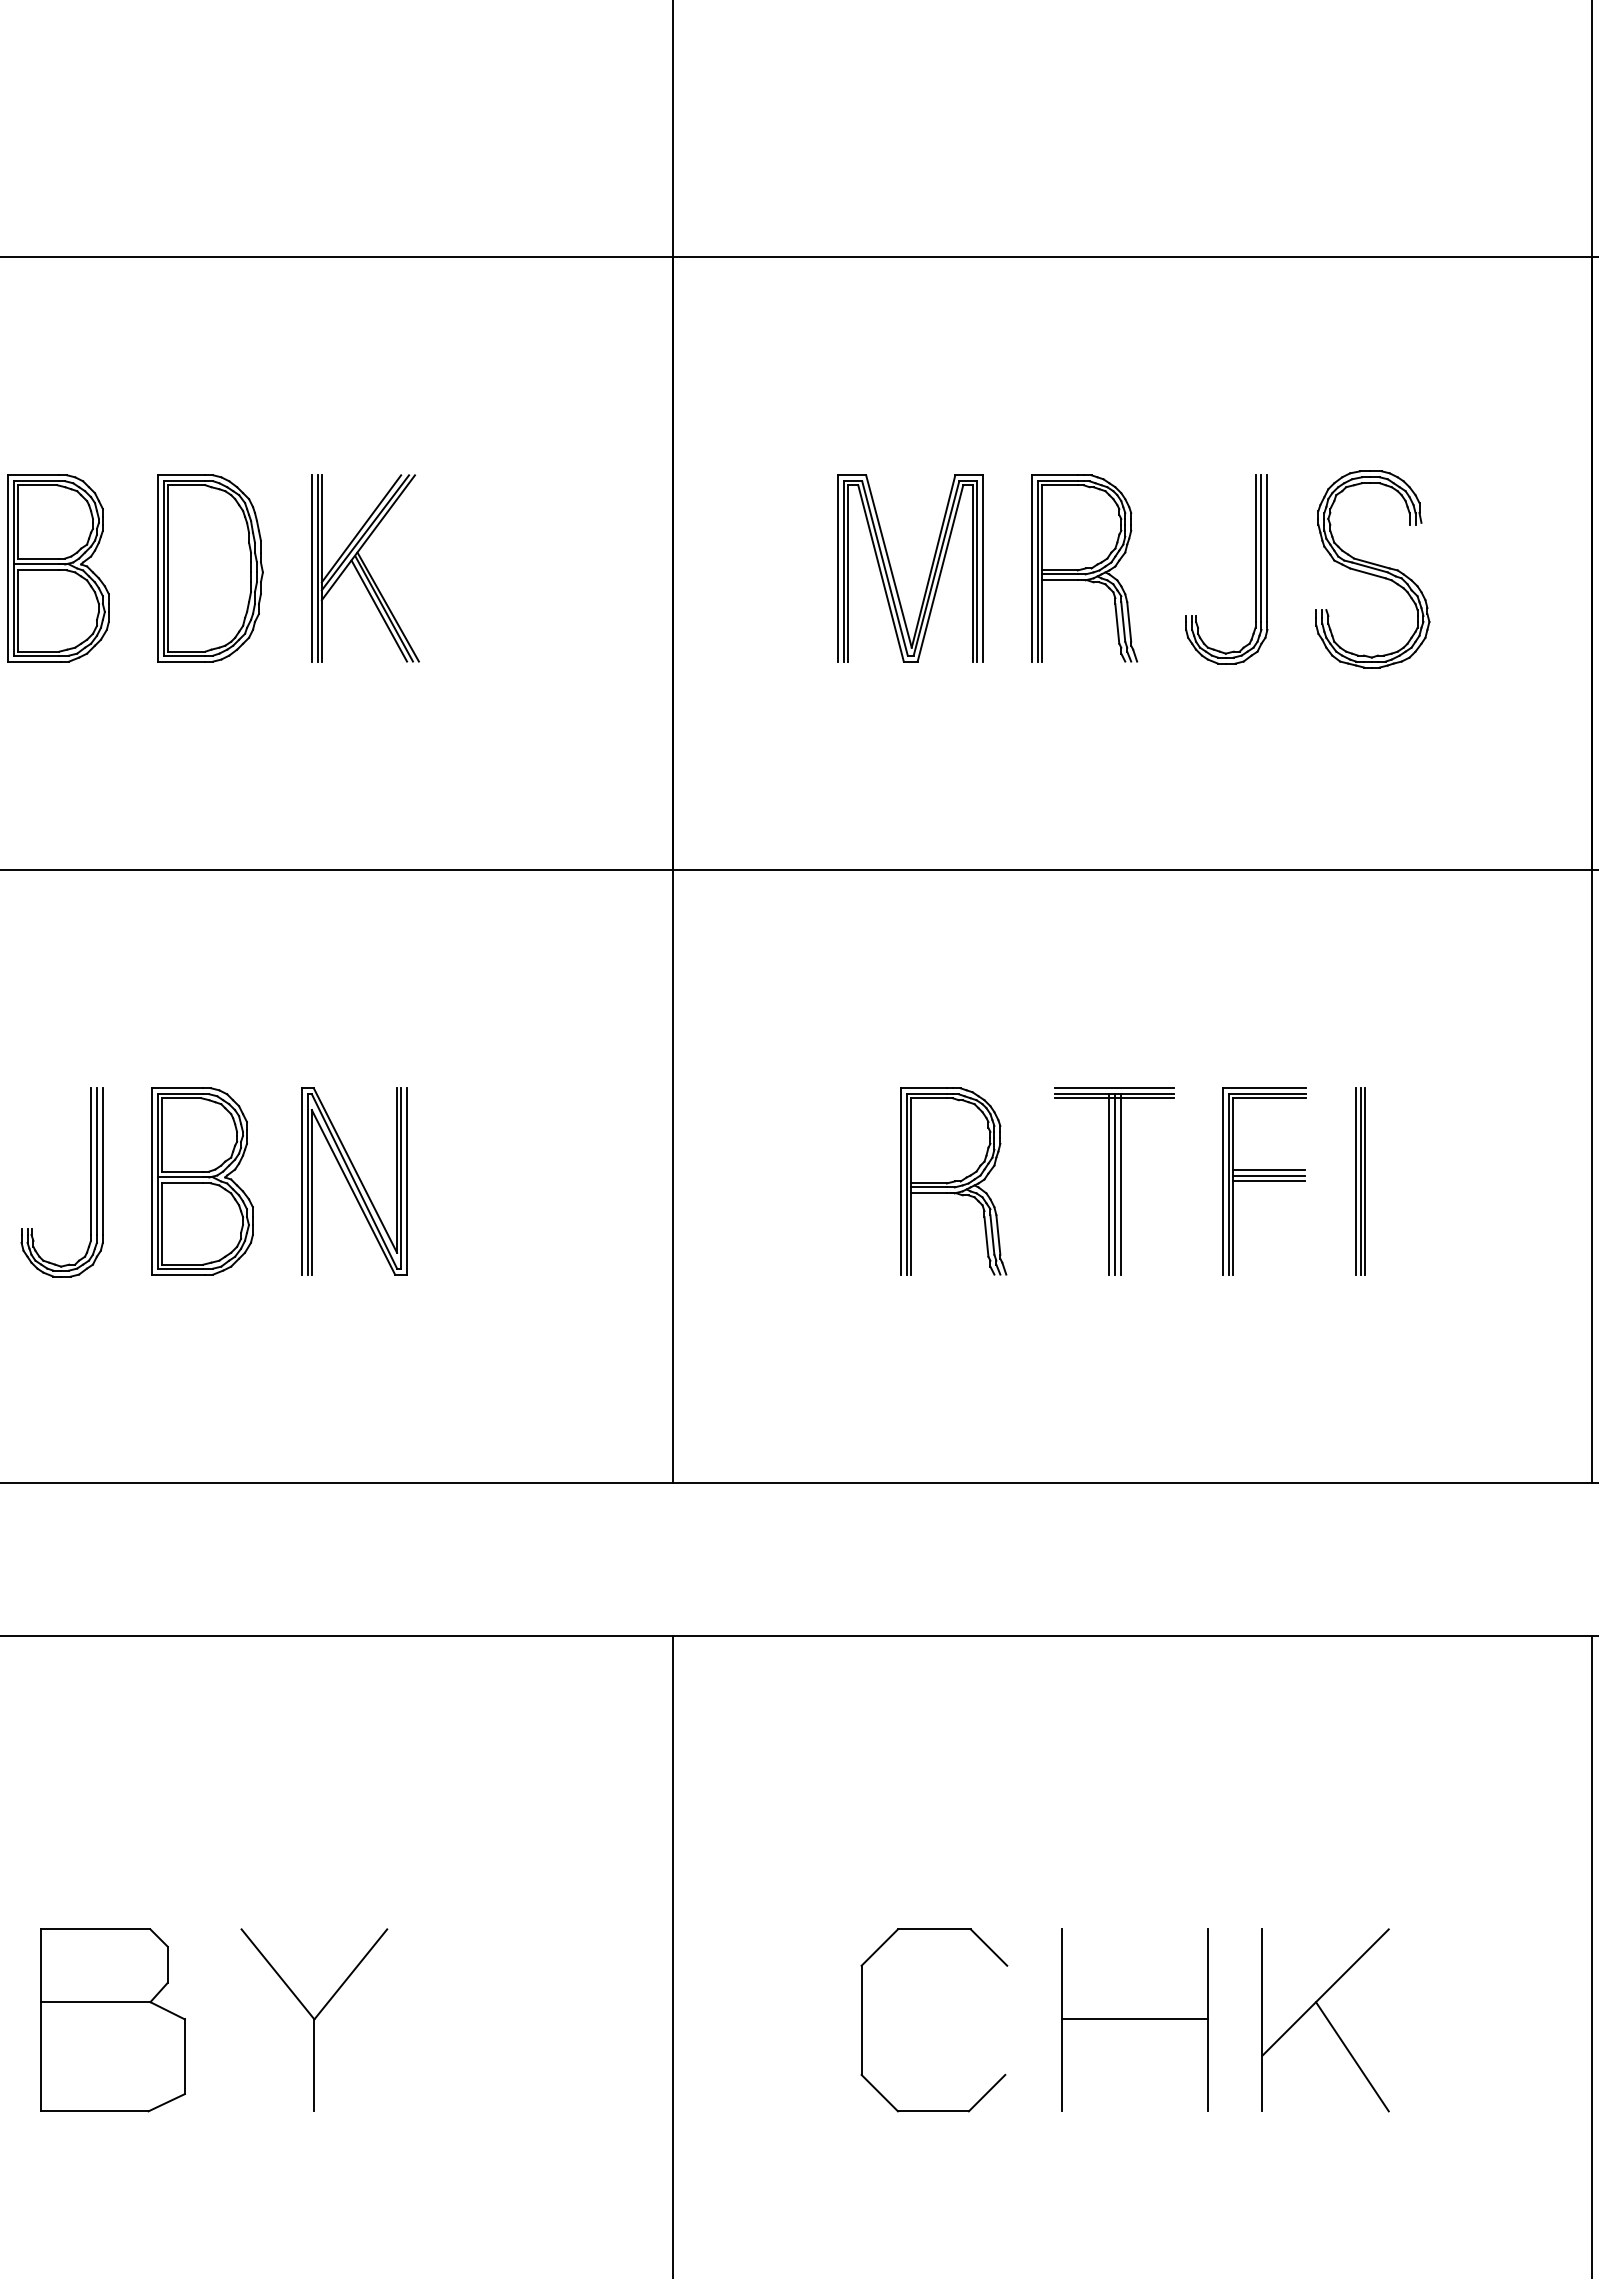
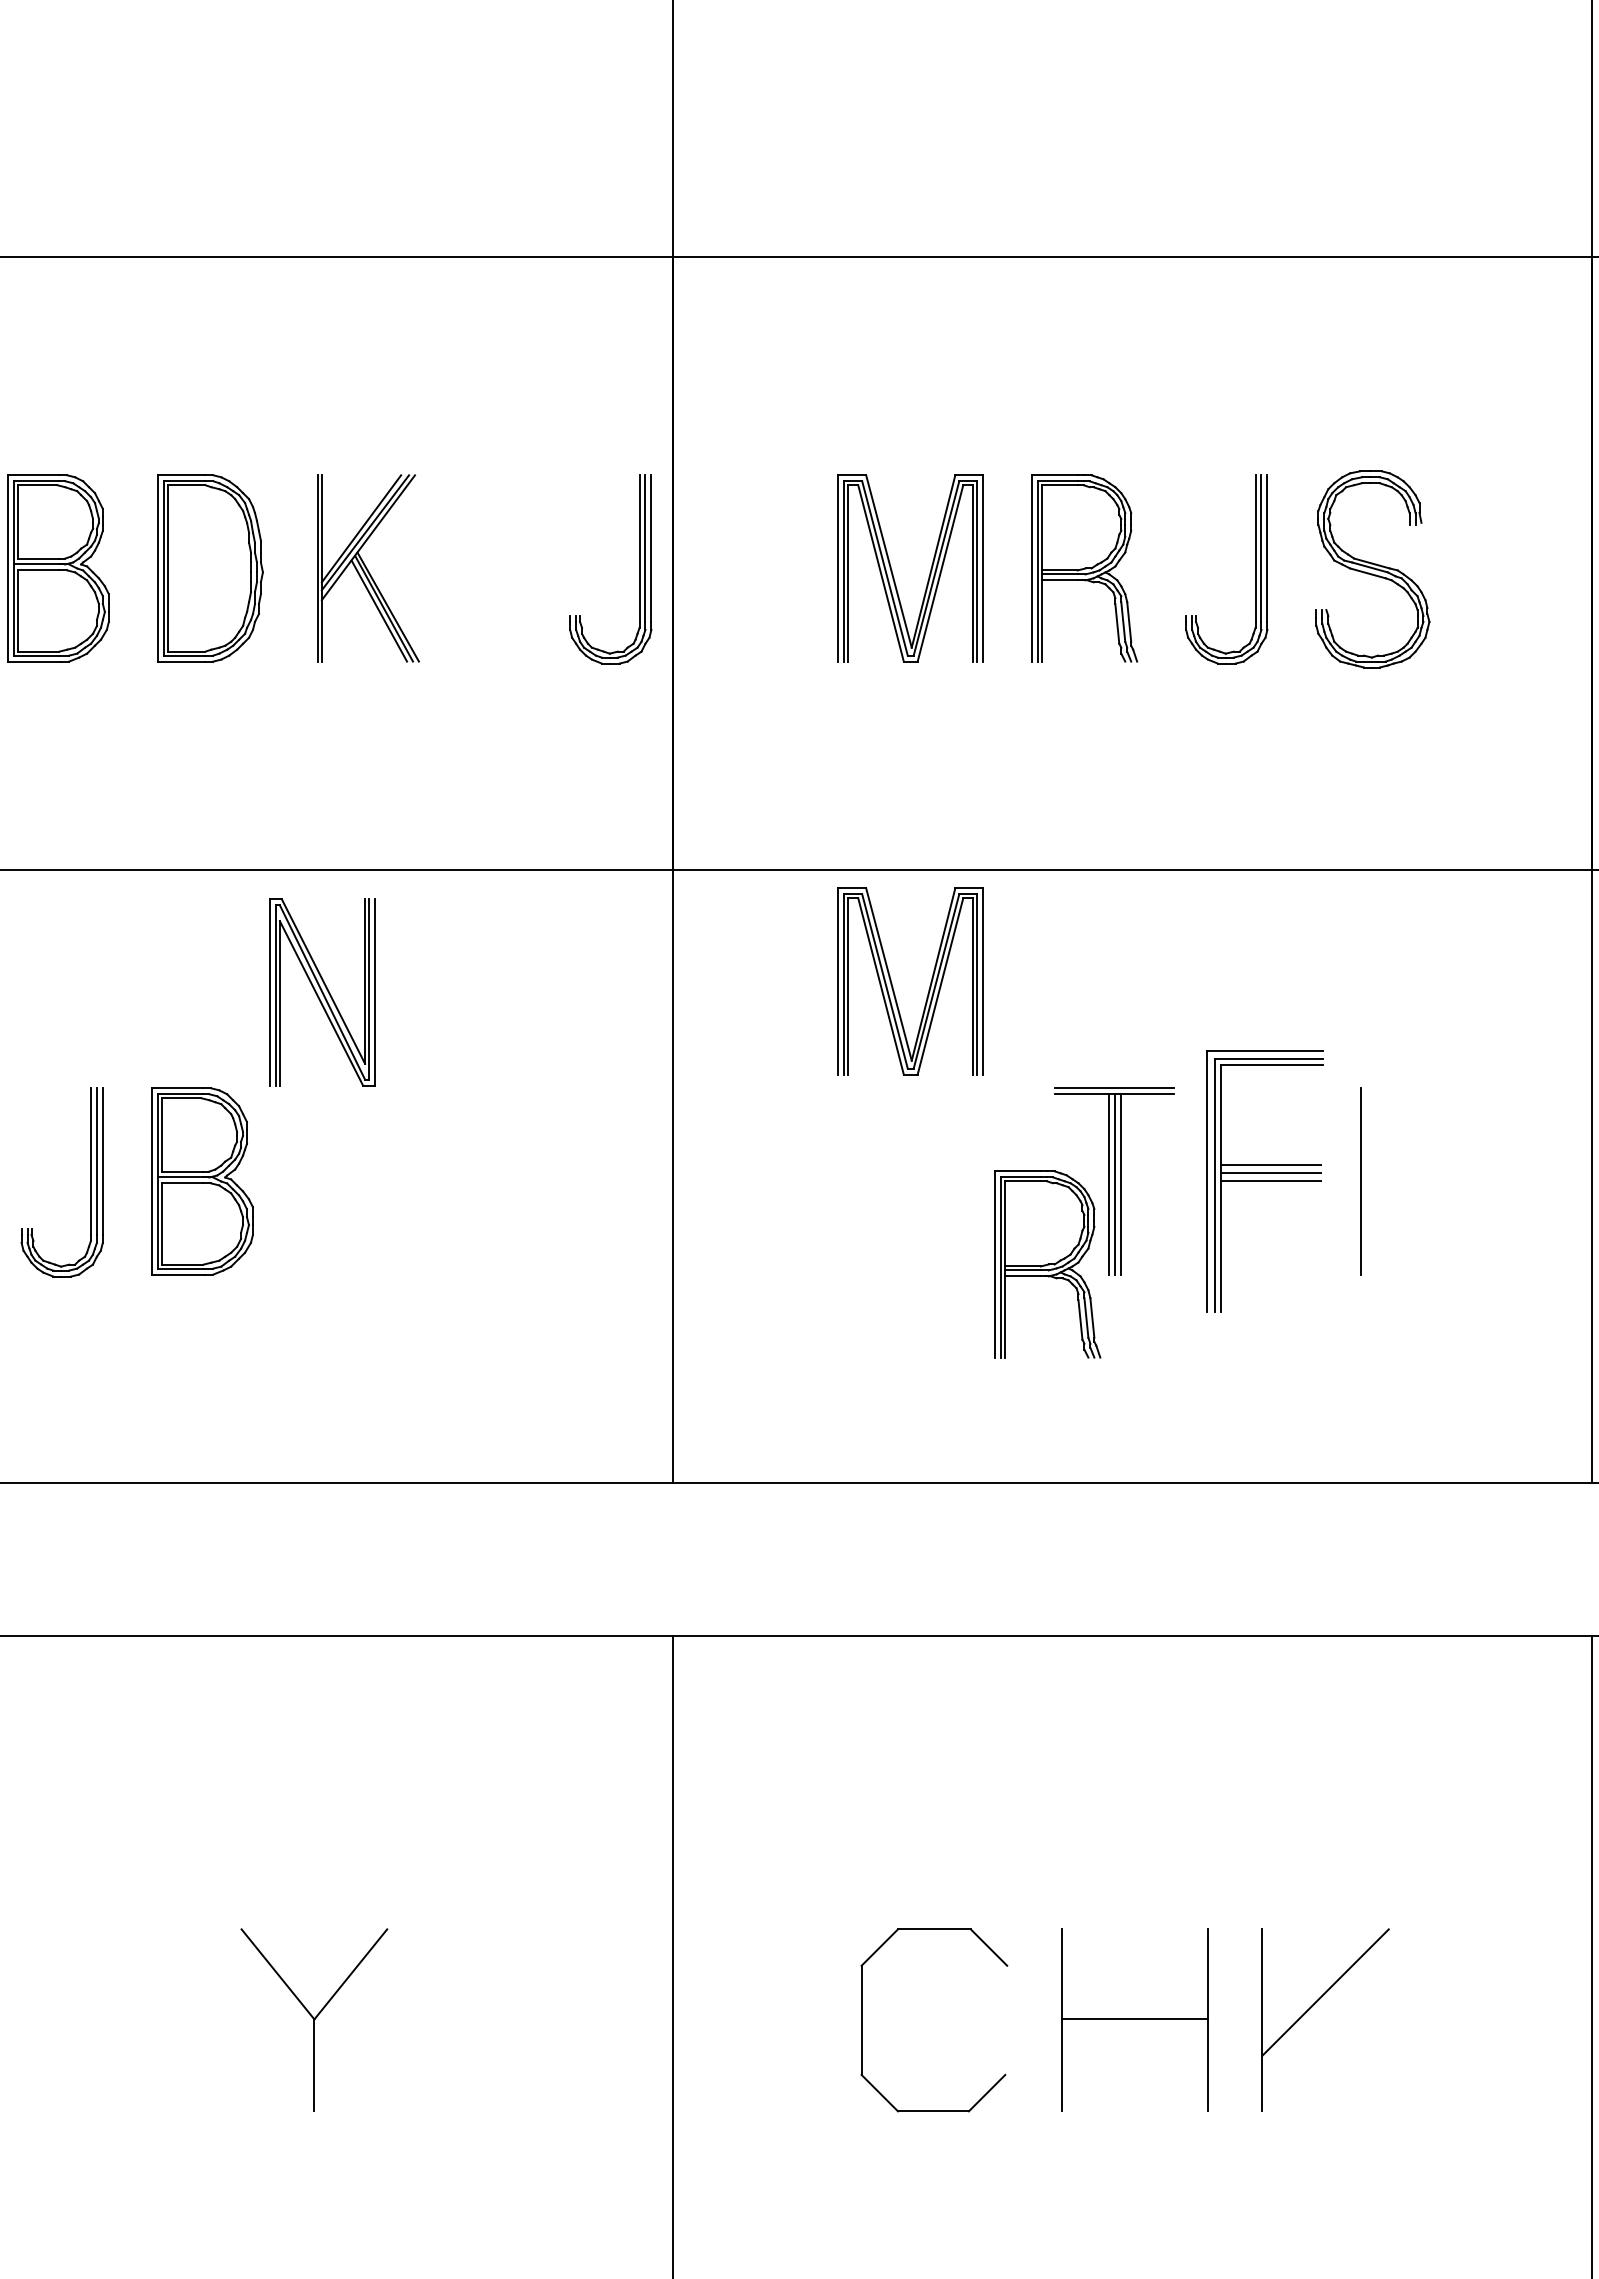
line at (311, 568): present -> none
part at (639, 569): none -> present
part at (893, 986): none -> present
line at (1114, 1098): present -> none
part at (354, 1181) position: (354, 1181) -> (322, 992)
part at (953, 1181) position: (953, 1181) -> (1047, 1264)
part at (1264, 1181) size: 85x189 px -> 118x263 px
line at (1355, 1181): present -> none
line at (1365, 1181): present -> none
part at (112, 2020): present -> none
line at (1352, 2056): present -> none
